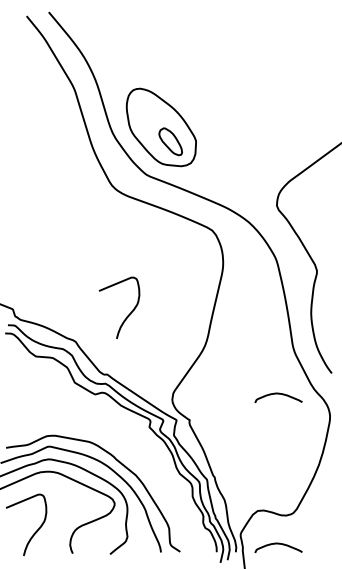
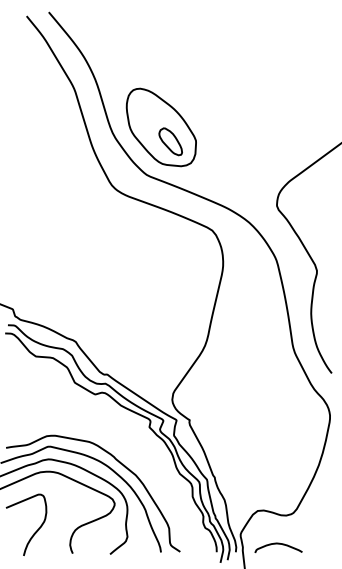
curve at (127, 315): present -> none
curve at (278, 394): present -> none
